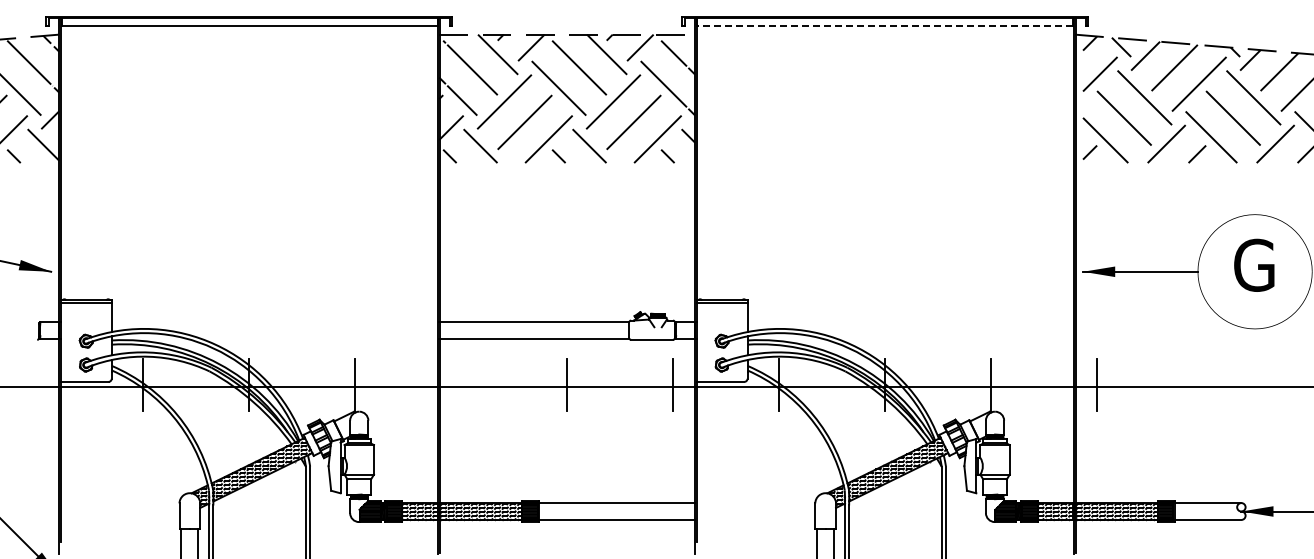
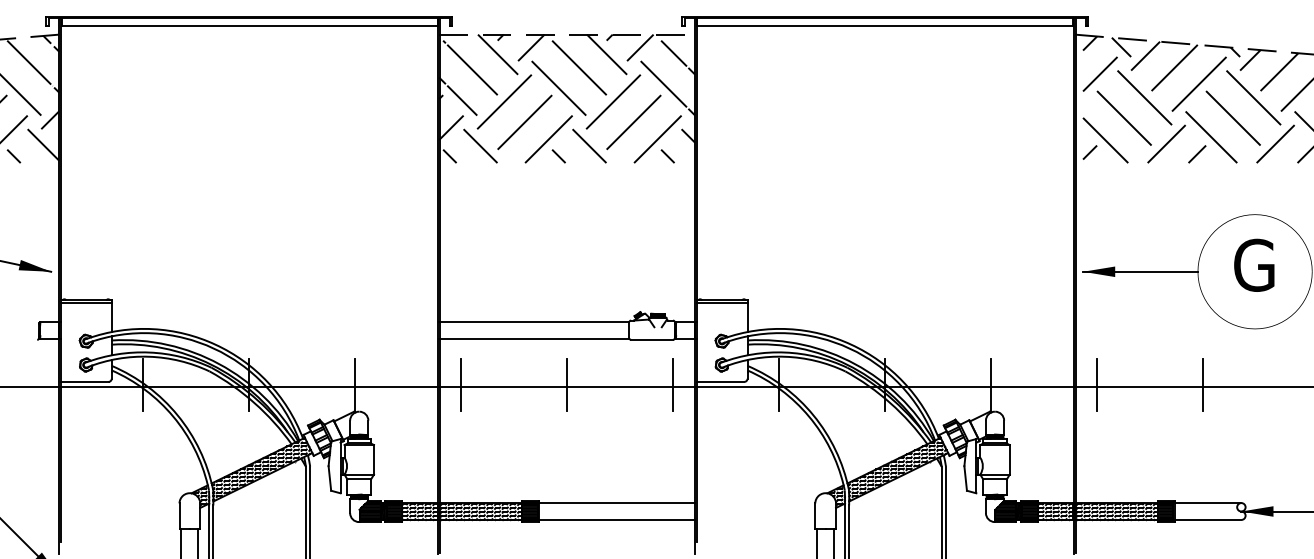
line at (885, 26): dashed -> solid
line at (461, 384): none -> present
line at (1202, 384): none -> present
